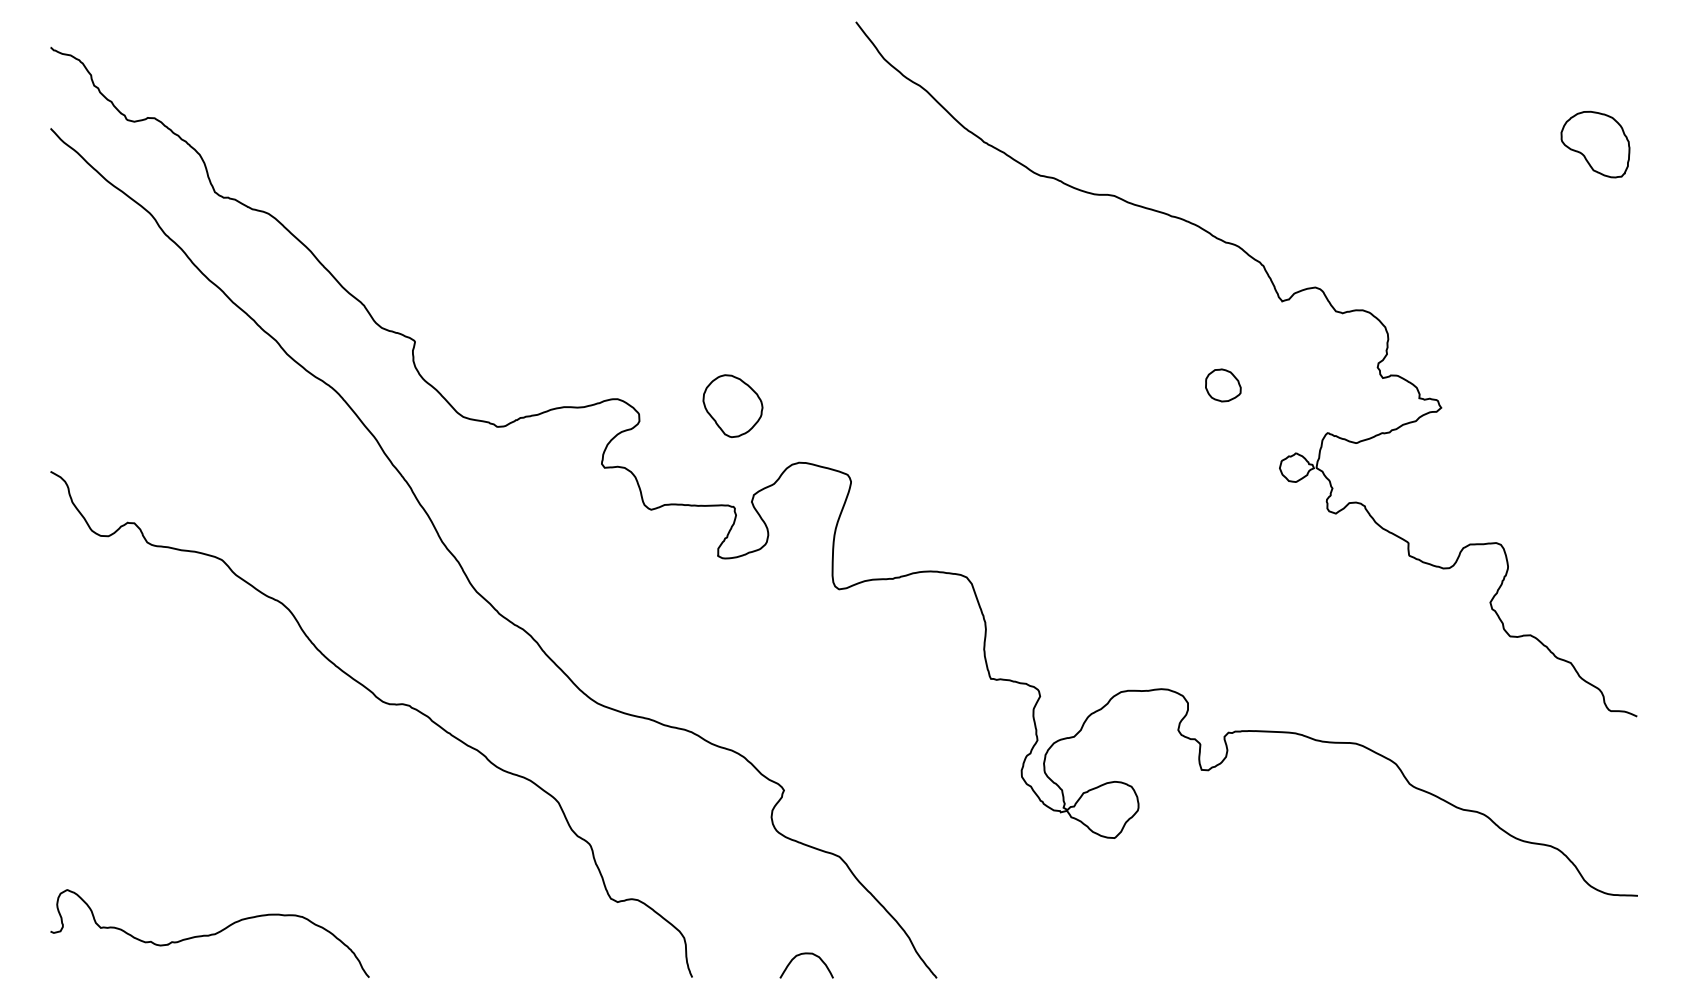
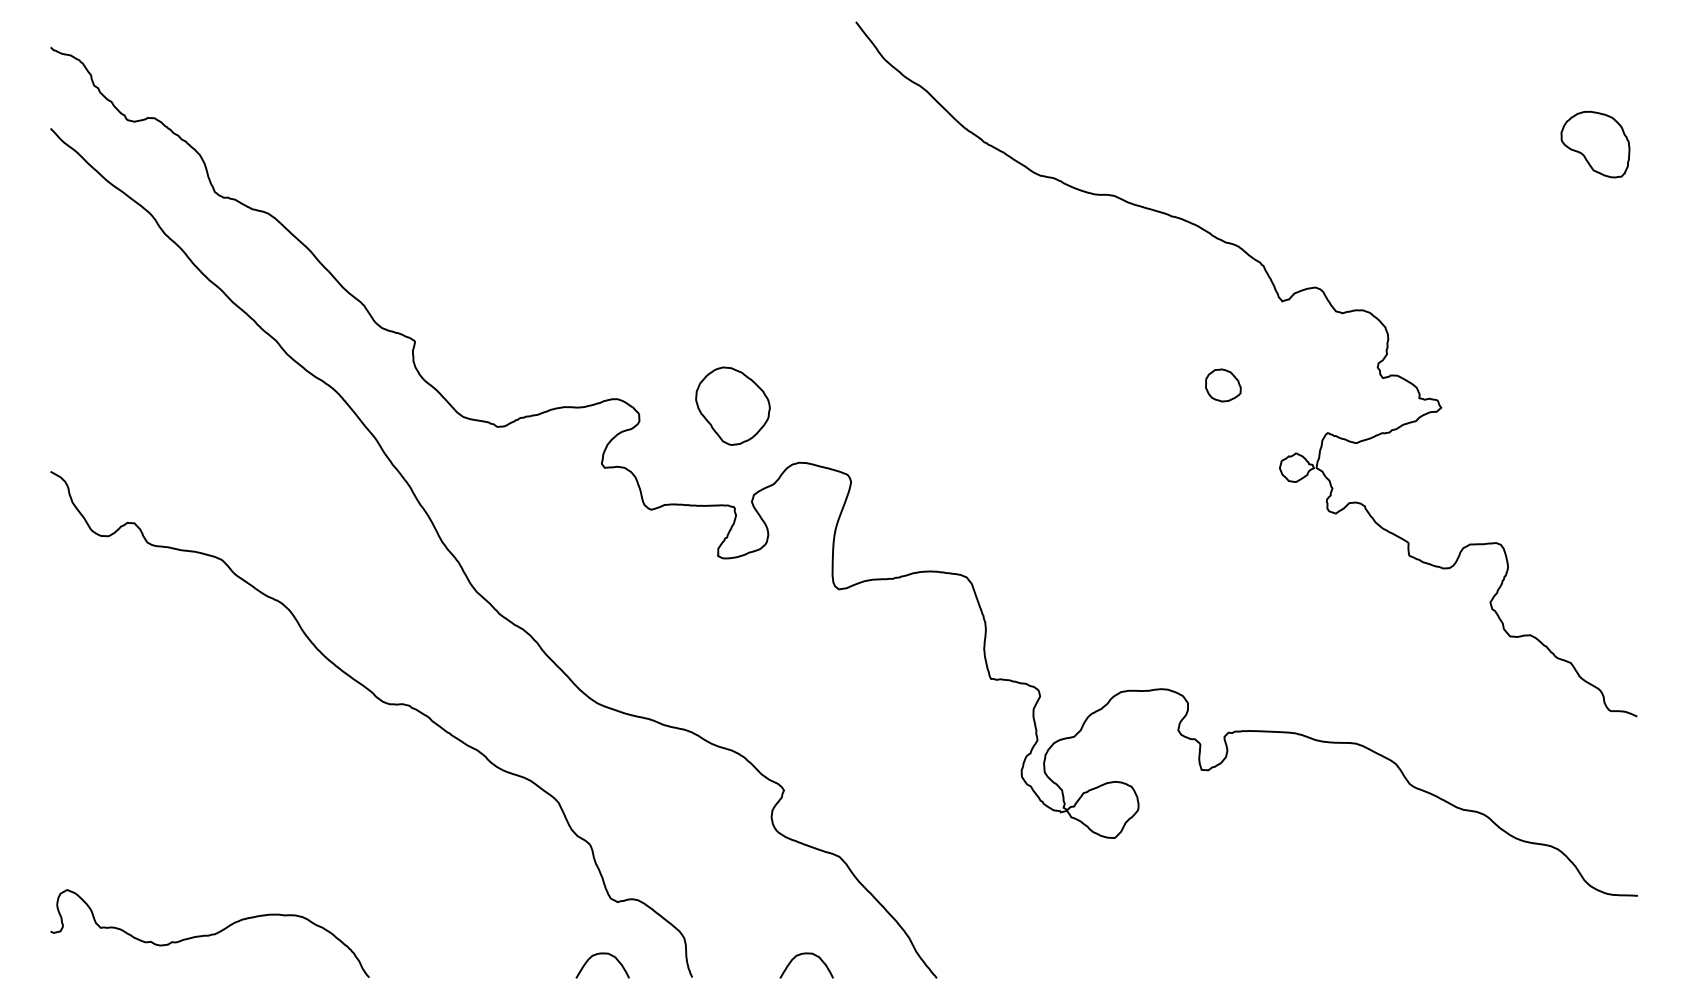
part at (732, 405) size: 62x64 px -> 76x80 px
curve at (602, 954): none -> present
